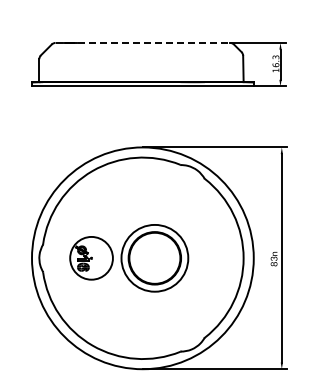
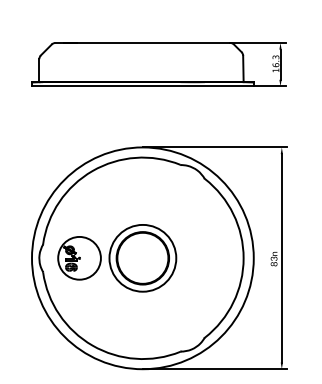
line at (143, 42): dashed -> solid
part at (129, 258) position: (129, 258) -> (117, 258)
